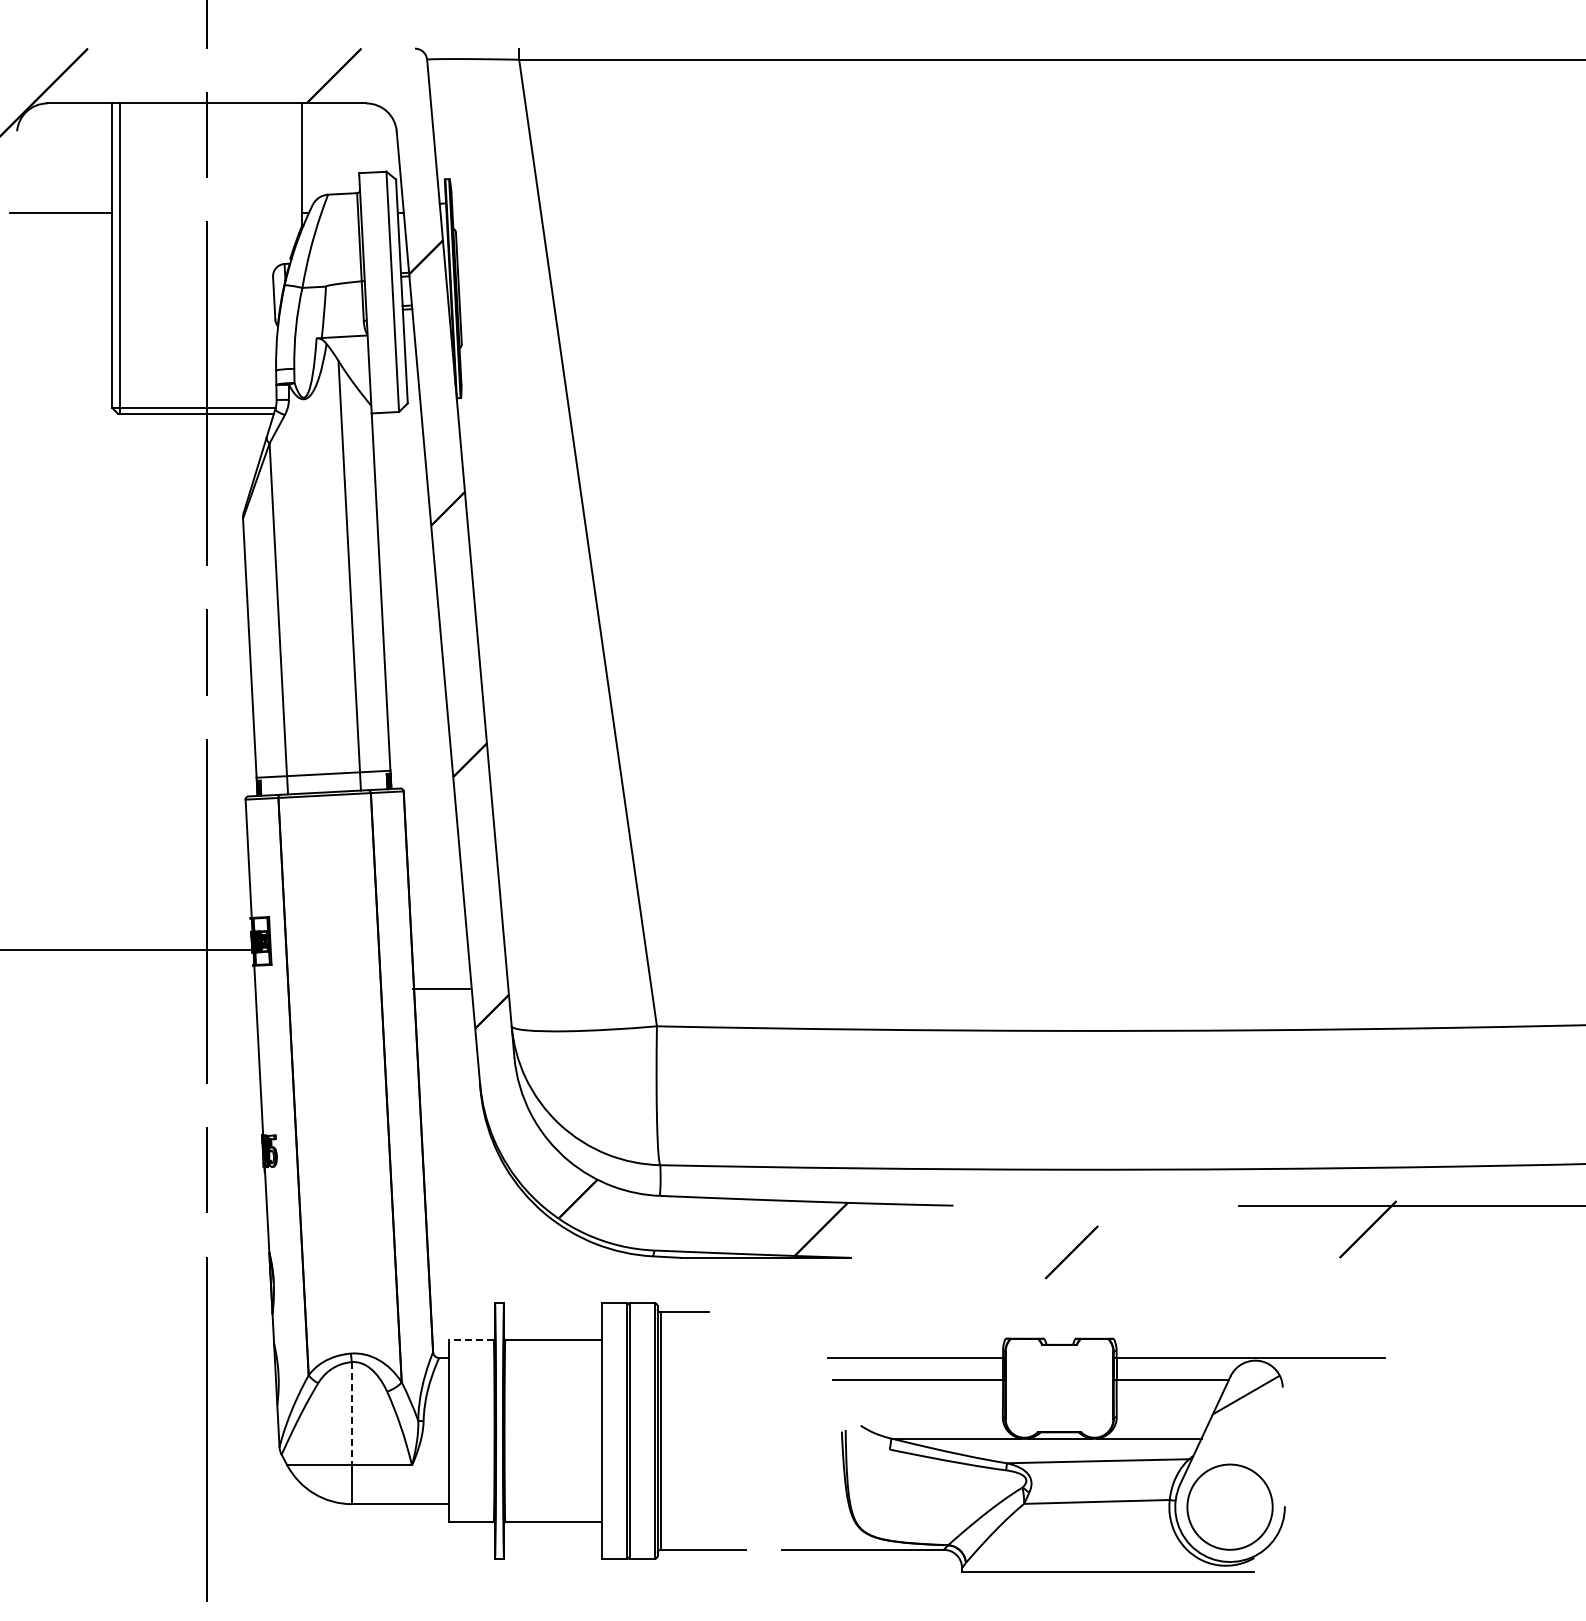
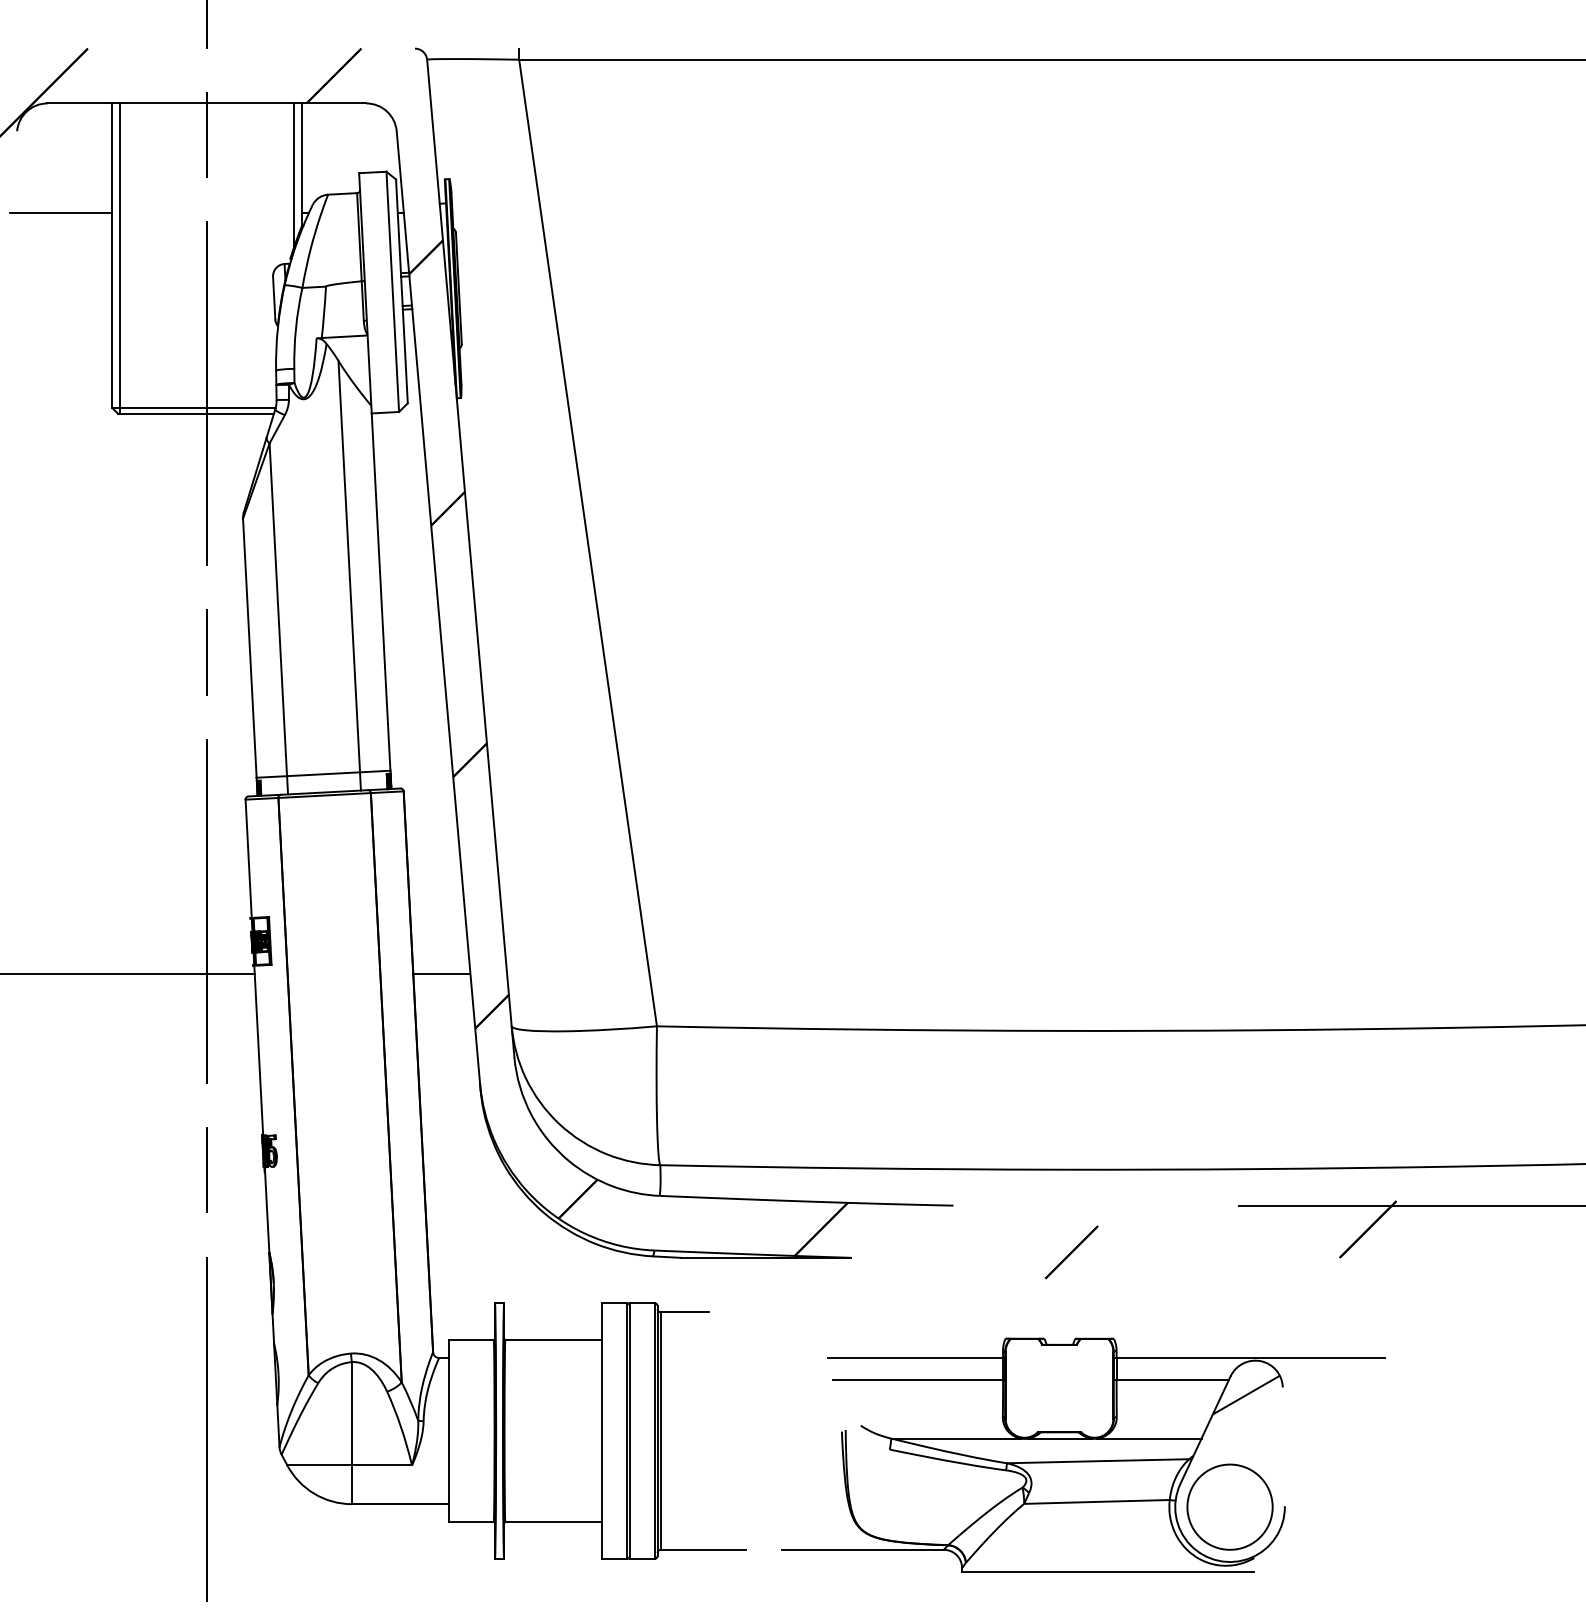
line at (294, 174): none -> present
line at (128, 950) position: (128, 950) -> (128, 974)
line at (441, 989) position: (441, 989) -> (441, 974)
line at (471, 1339): dashed -> solid
line at (351, 1413): dashed -> solid
